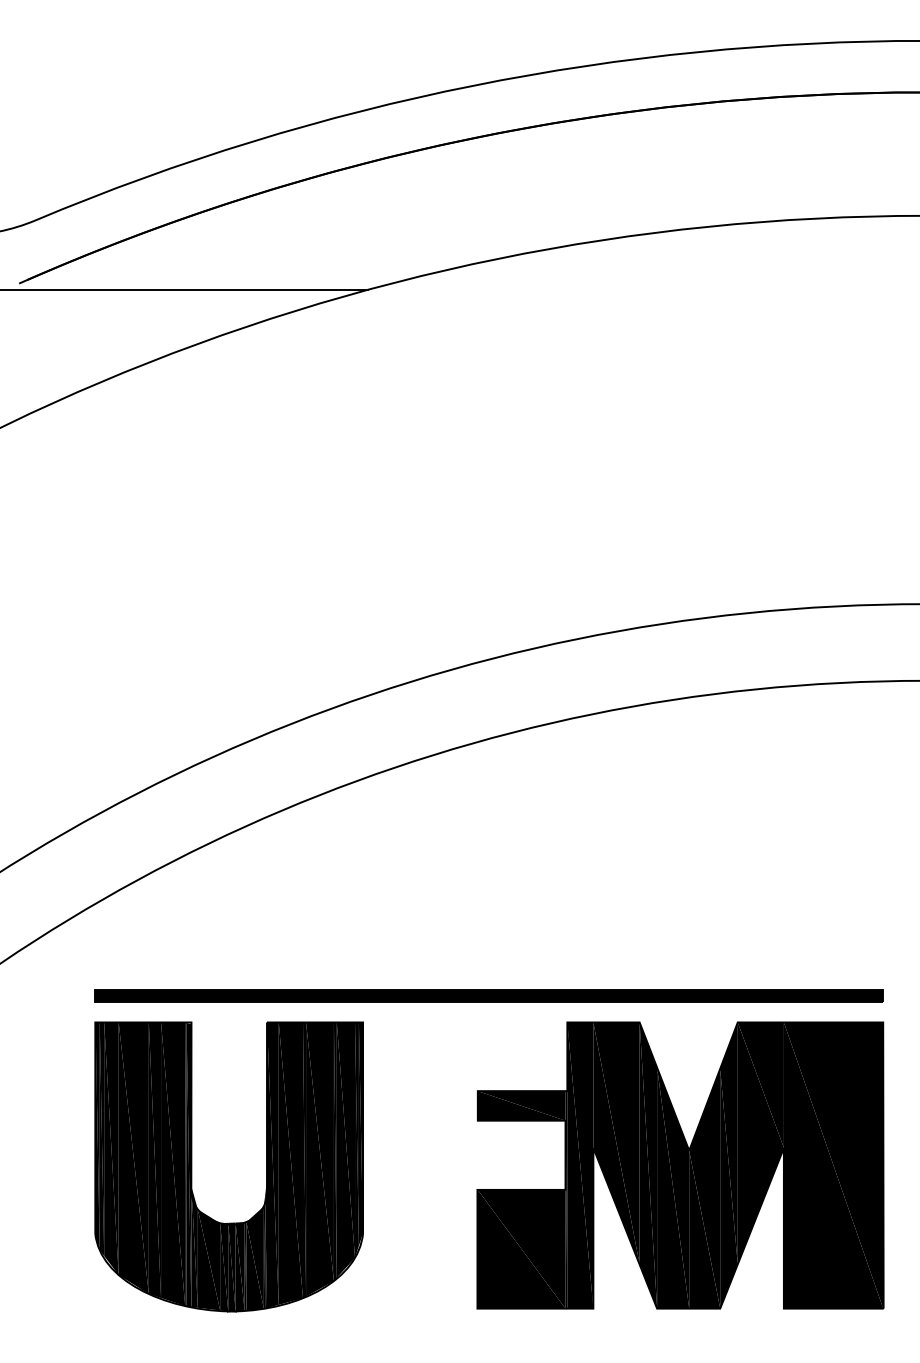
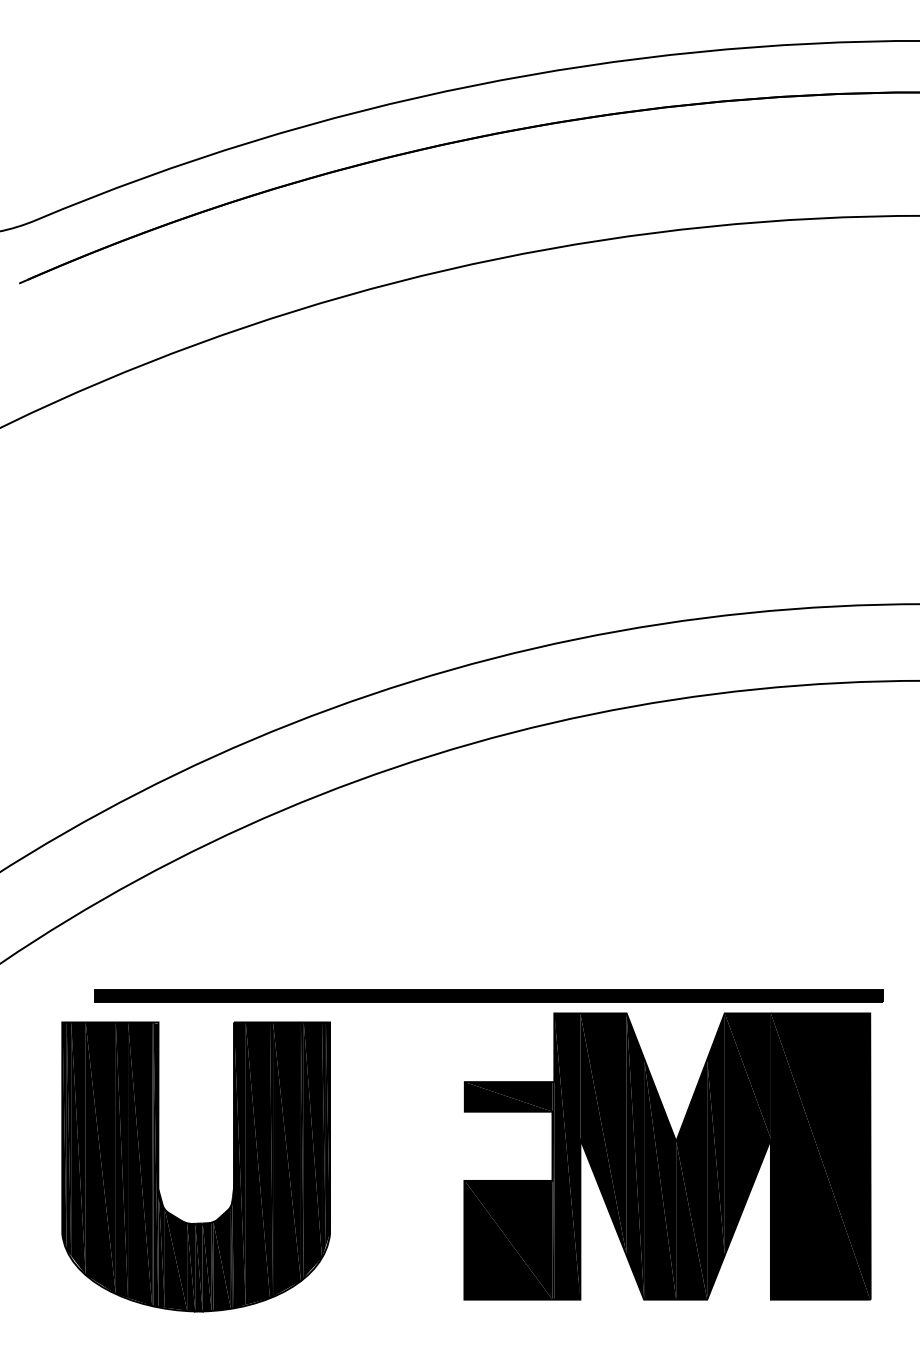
line at (184, 290): present -> none
part at (680, 1165) position: (680, 1165) -> (667, 1156)
part at (192, 1166) position: (192, 1166) -> (159, 1166)
